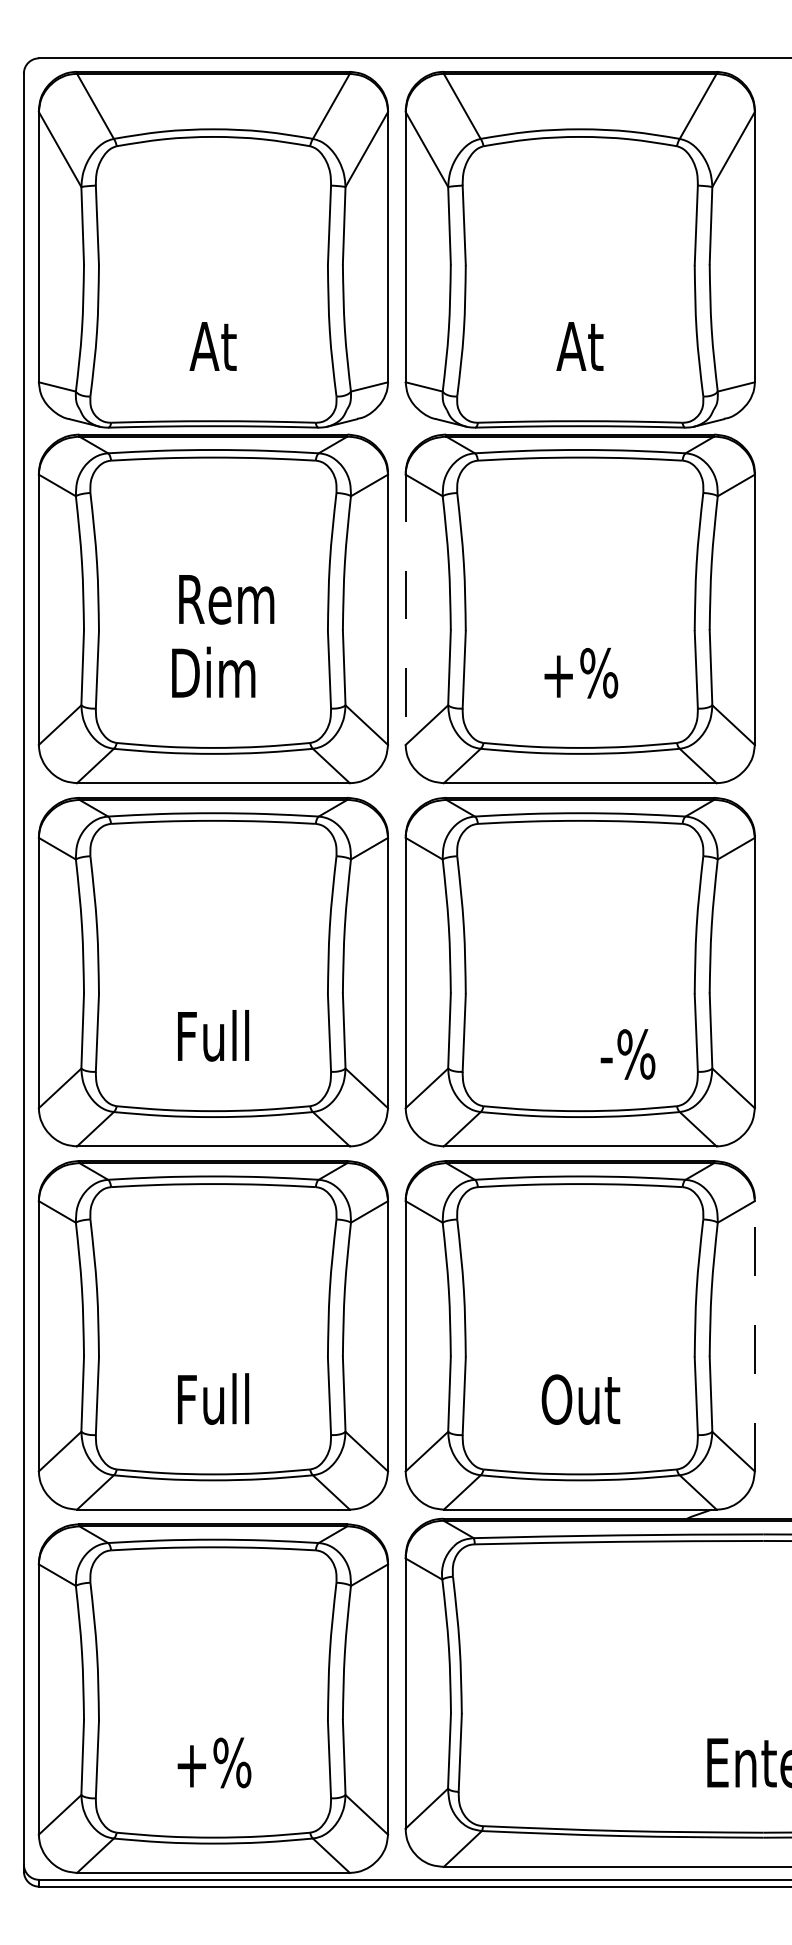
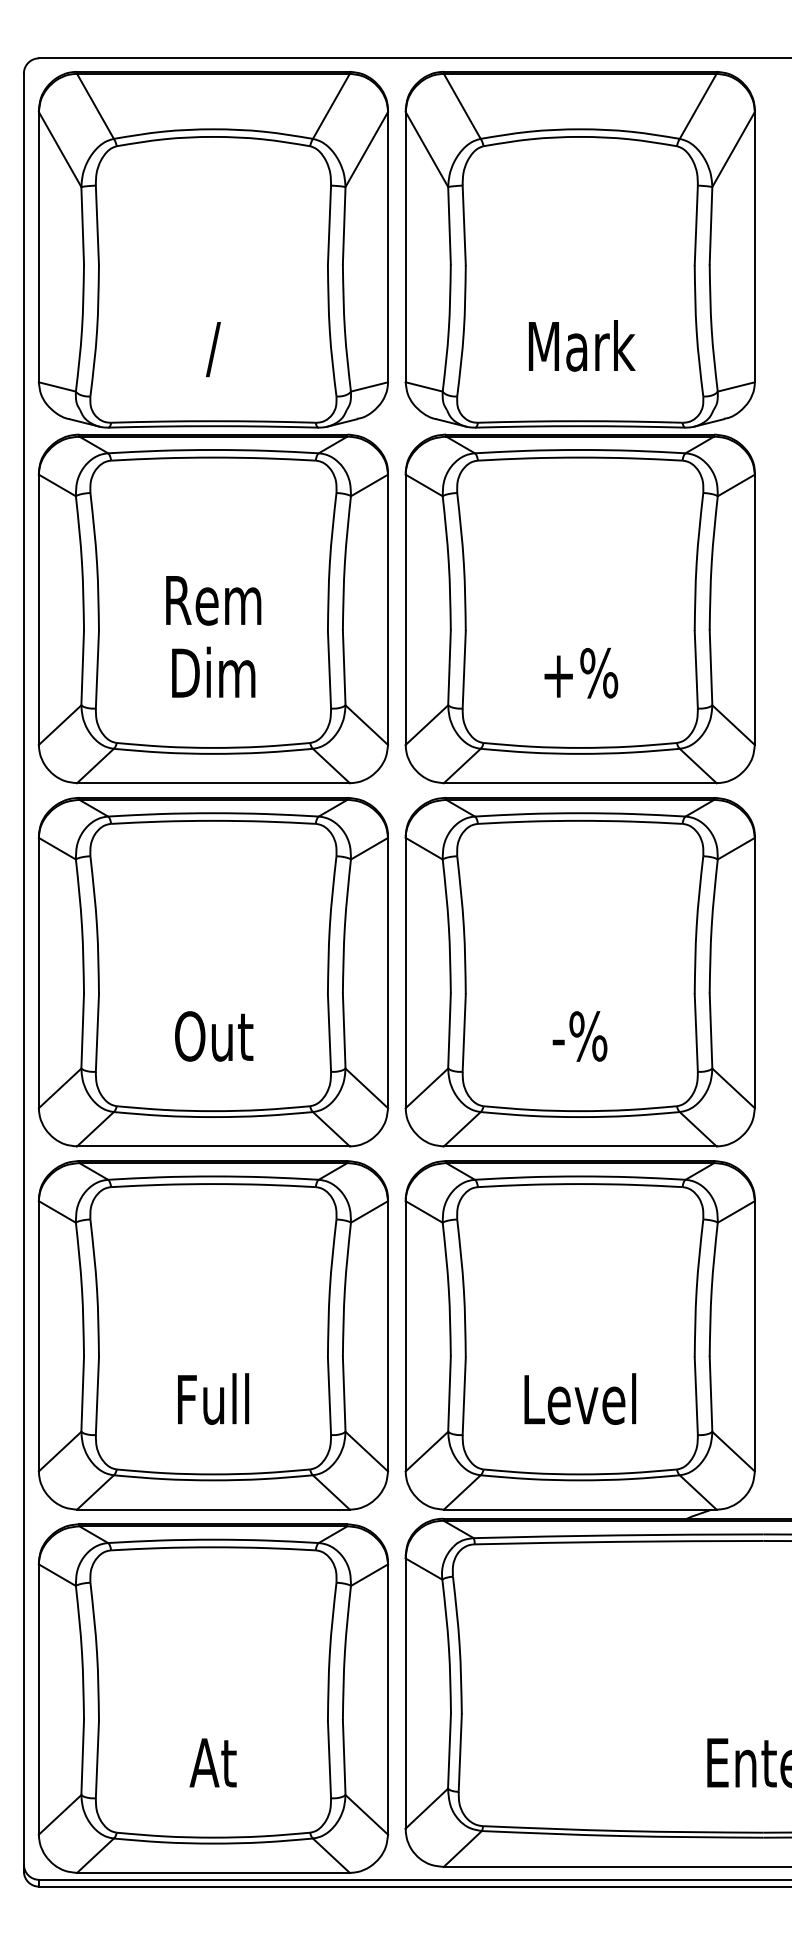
text at (581, 345): At -> Mark
text at (212, 349): At -> /
text at (226, 599) position: (226, 599) -> (213, 600)
line at (405, 609): dashed -> solid
text at (214, 1035): Full -> Out
text at (627, 1054) position: (627, 1054) -> (579, 1036)
line at (754, 1334): dashed -> solid
text at (580, 1398): Out -> Level
text at (214, 1762): +% -> At
